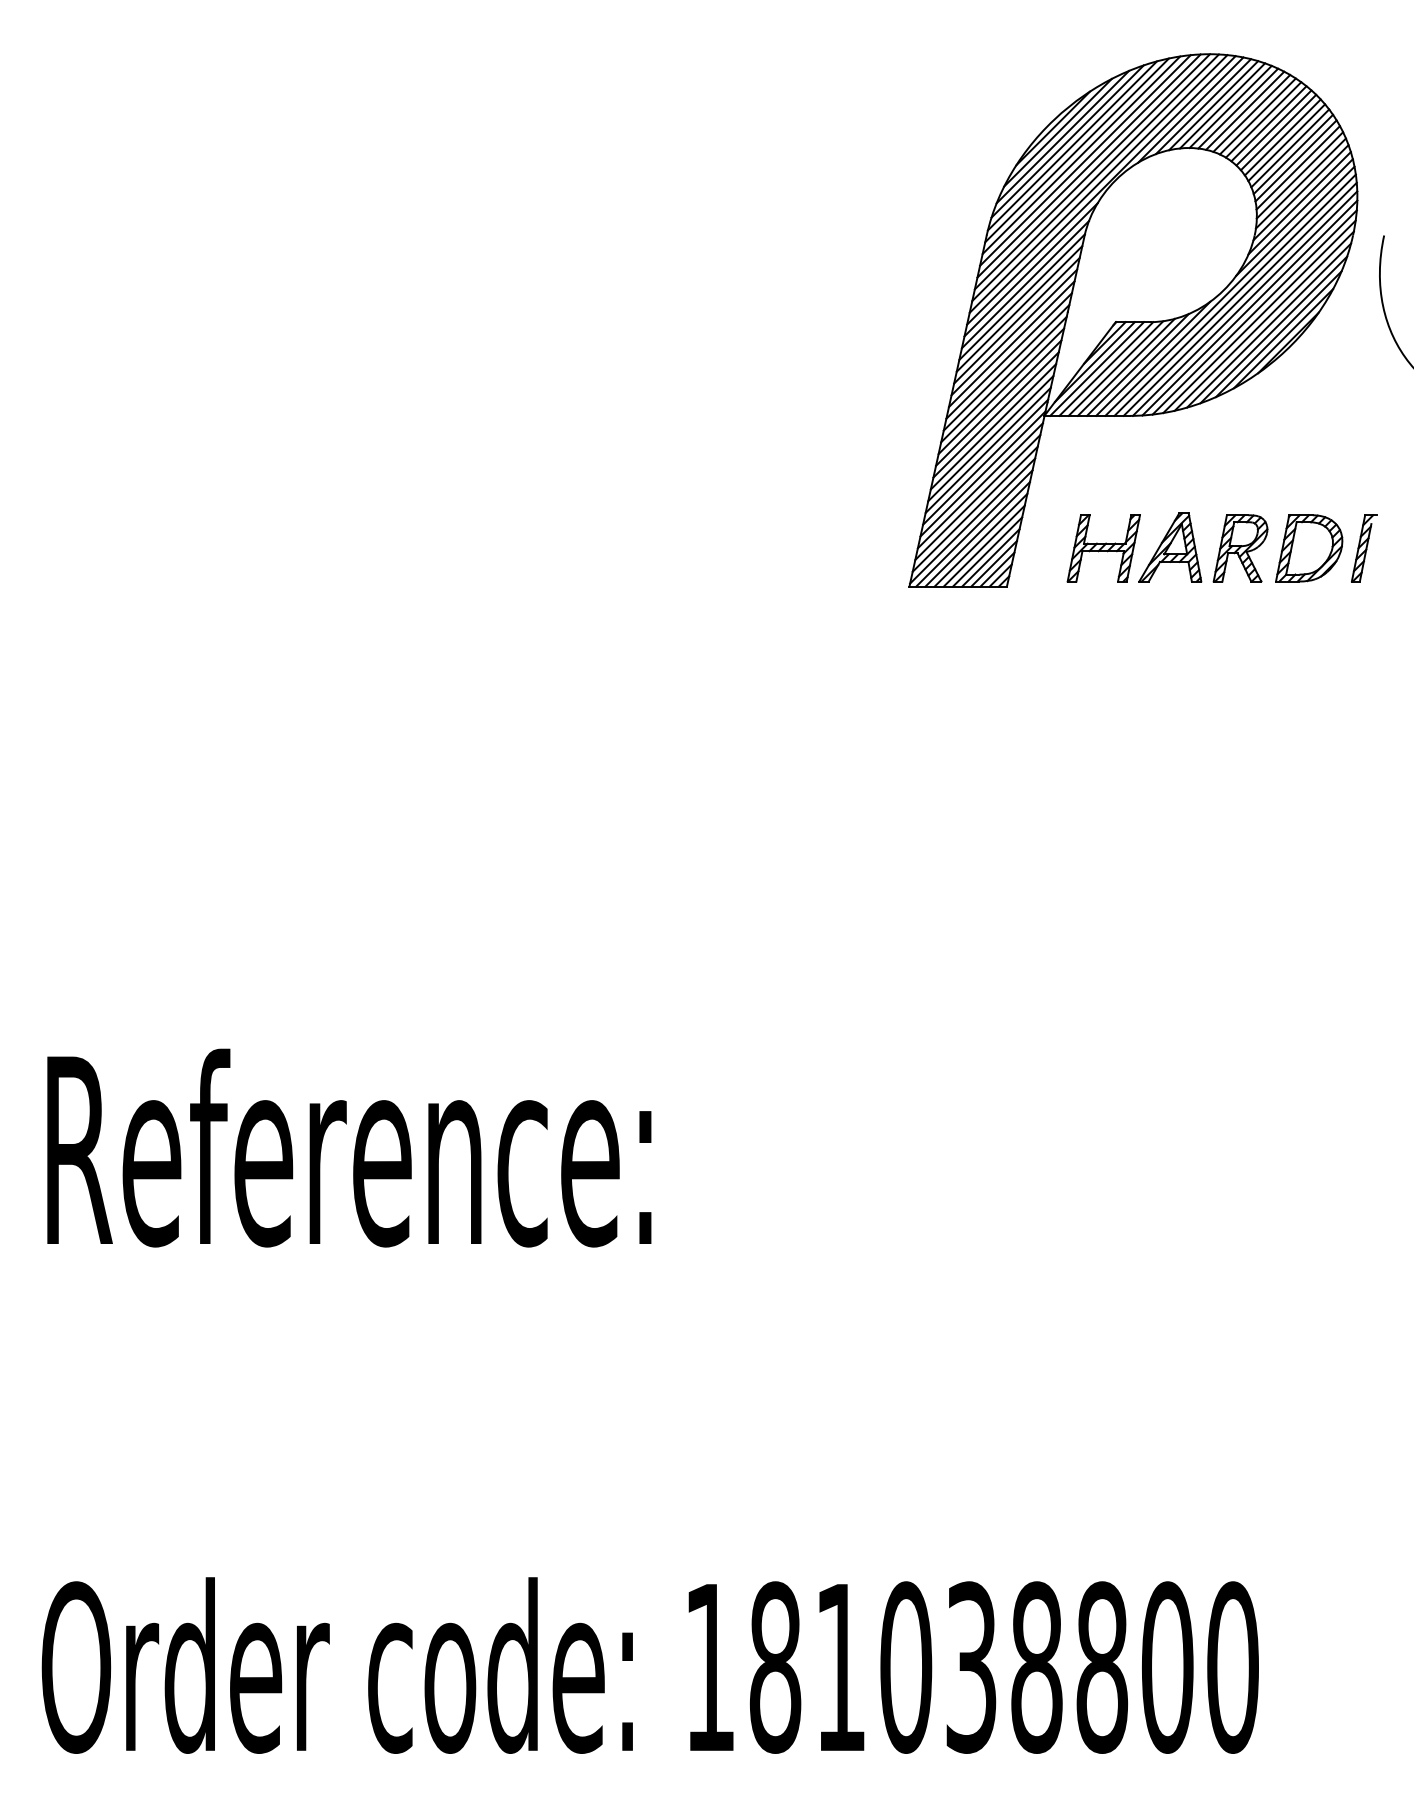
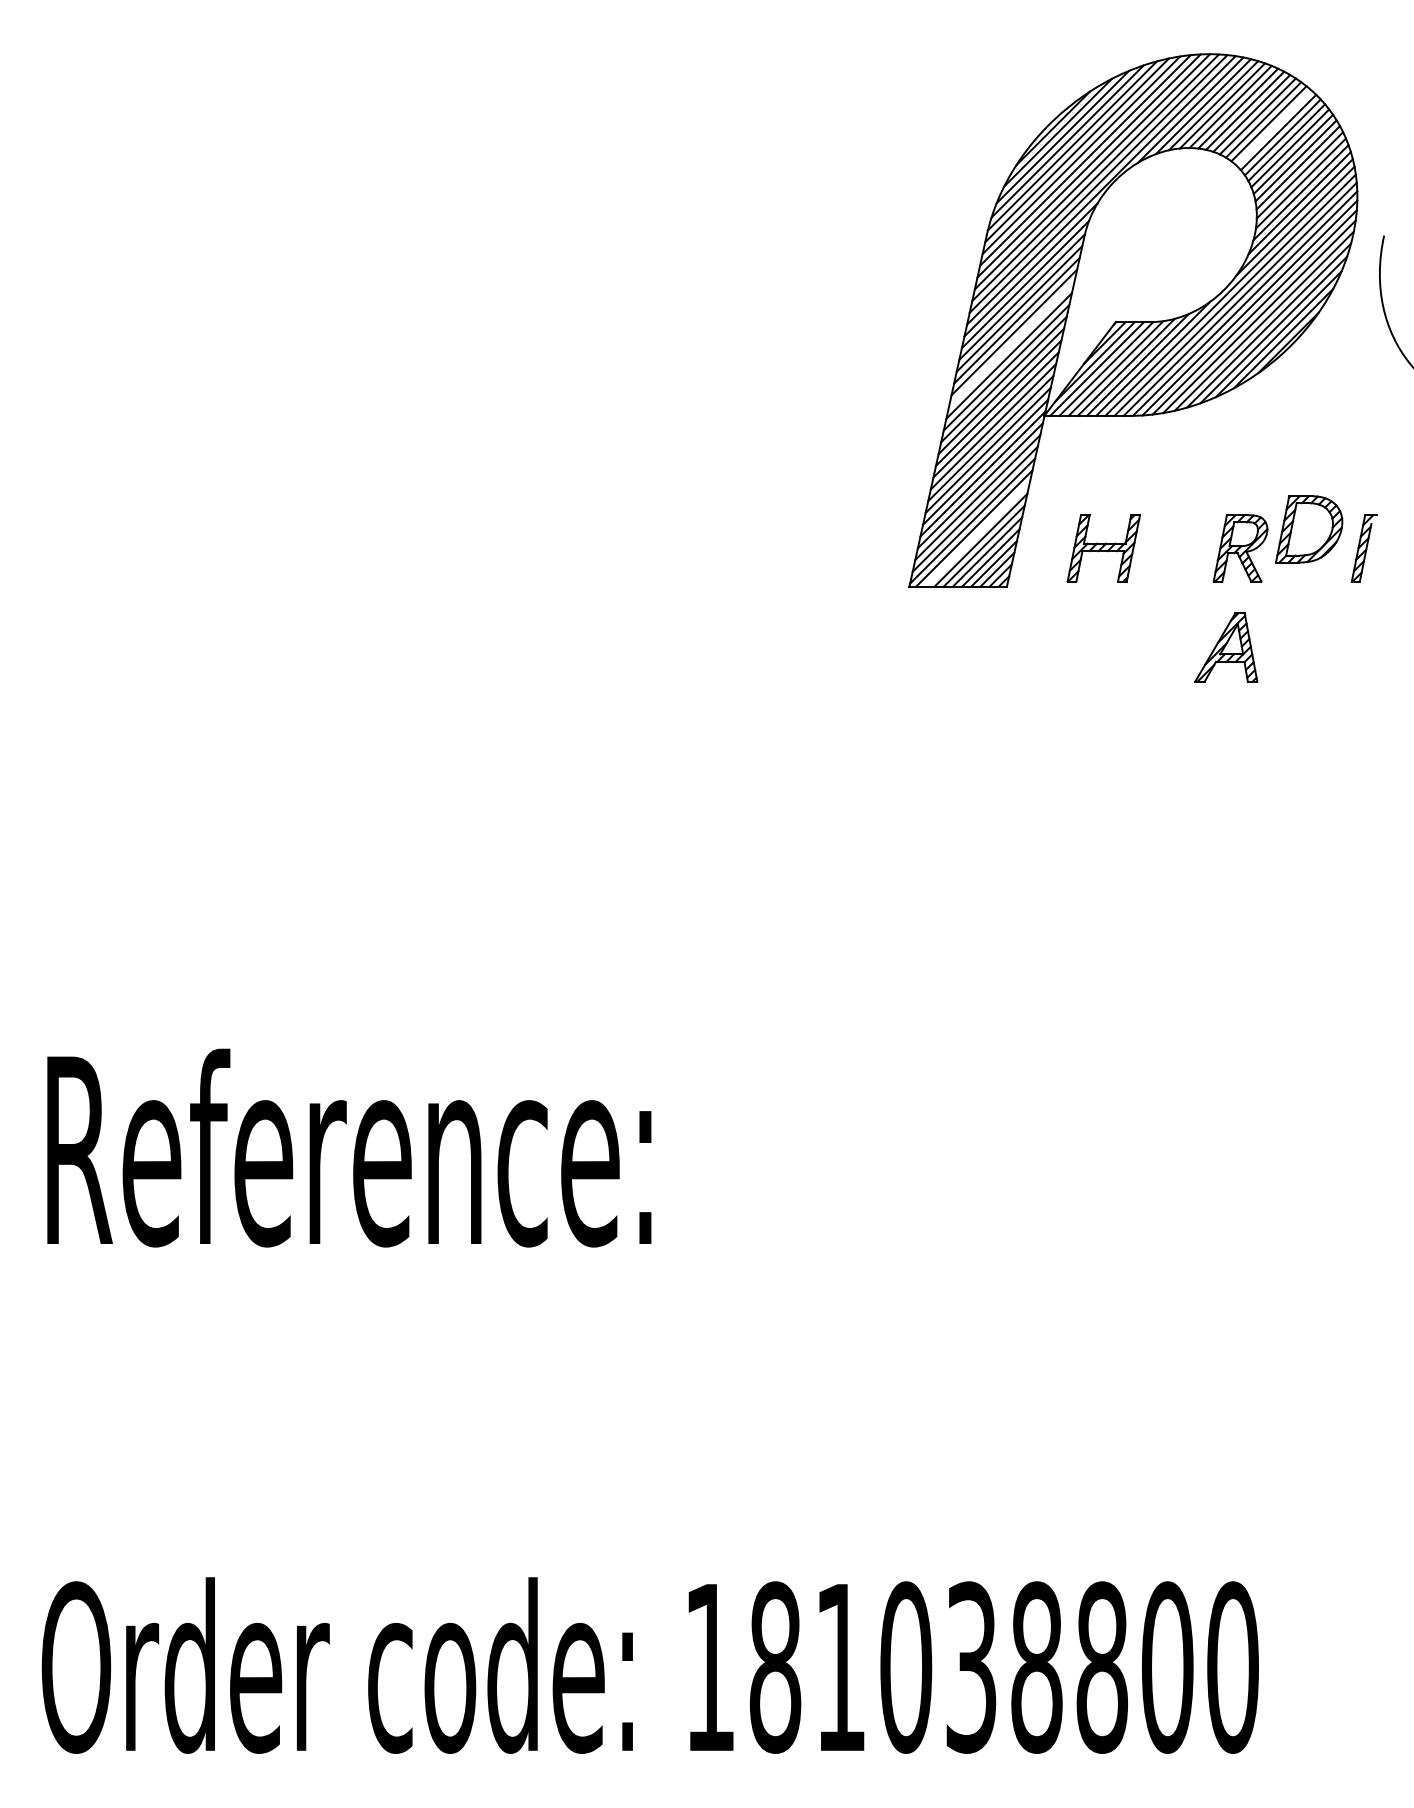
line at (1273, 127): present -> none
line at (1011, 344): present -> none
line at (977, 534): present -> none
part at (1170, 547) position: (1170, 547) -> (1226, 647)
part at (1309, 548) position: (1309, 548) -> (1309, 529)
